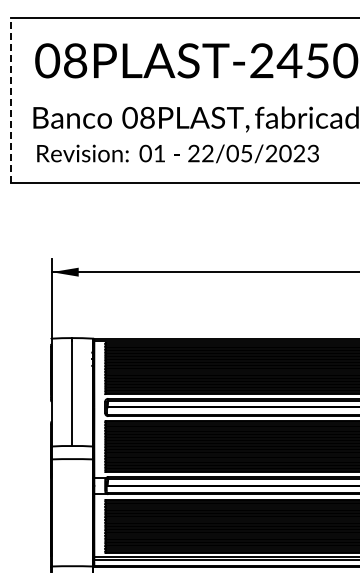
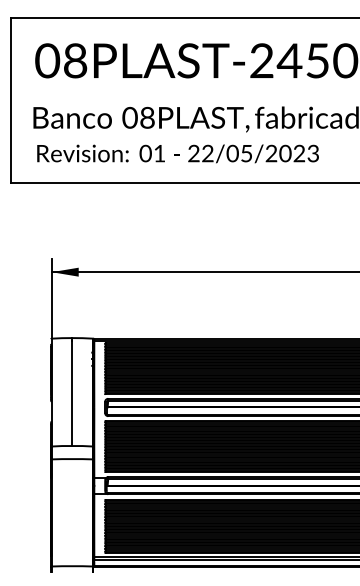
line at (10, 99): dashed -> solid
